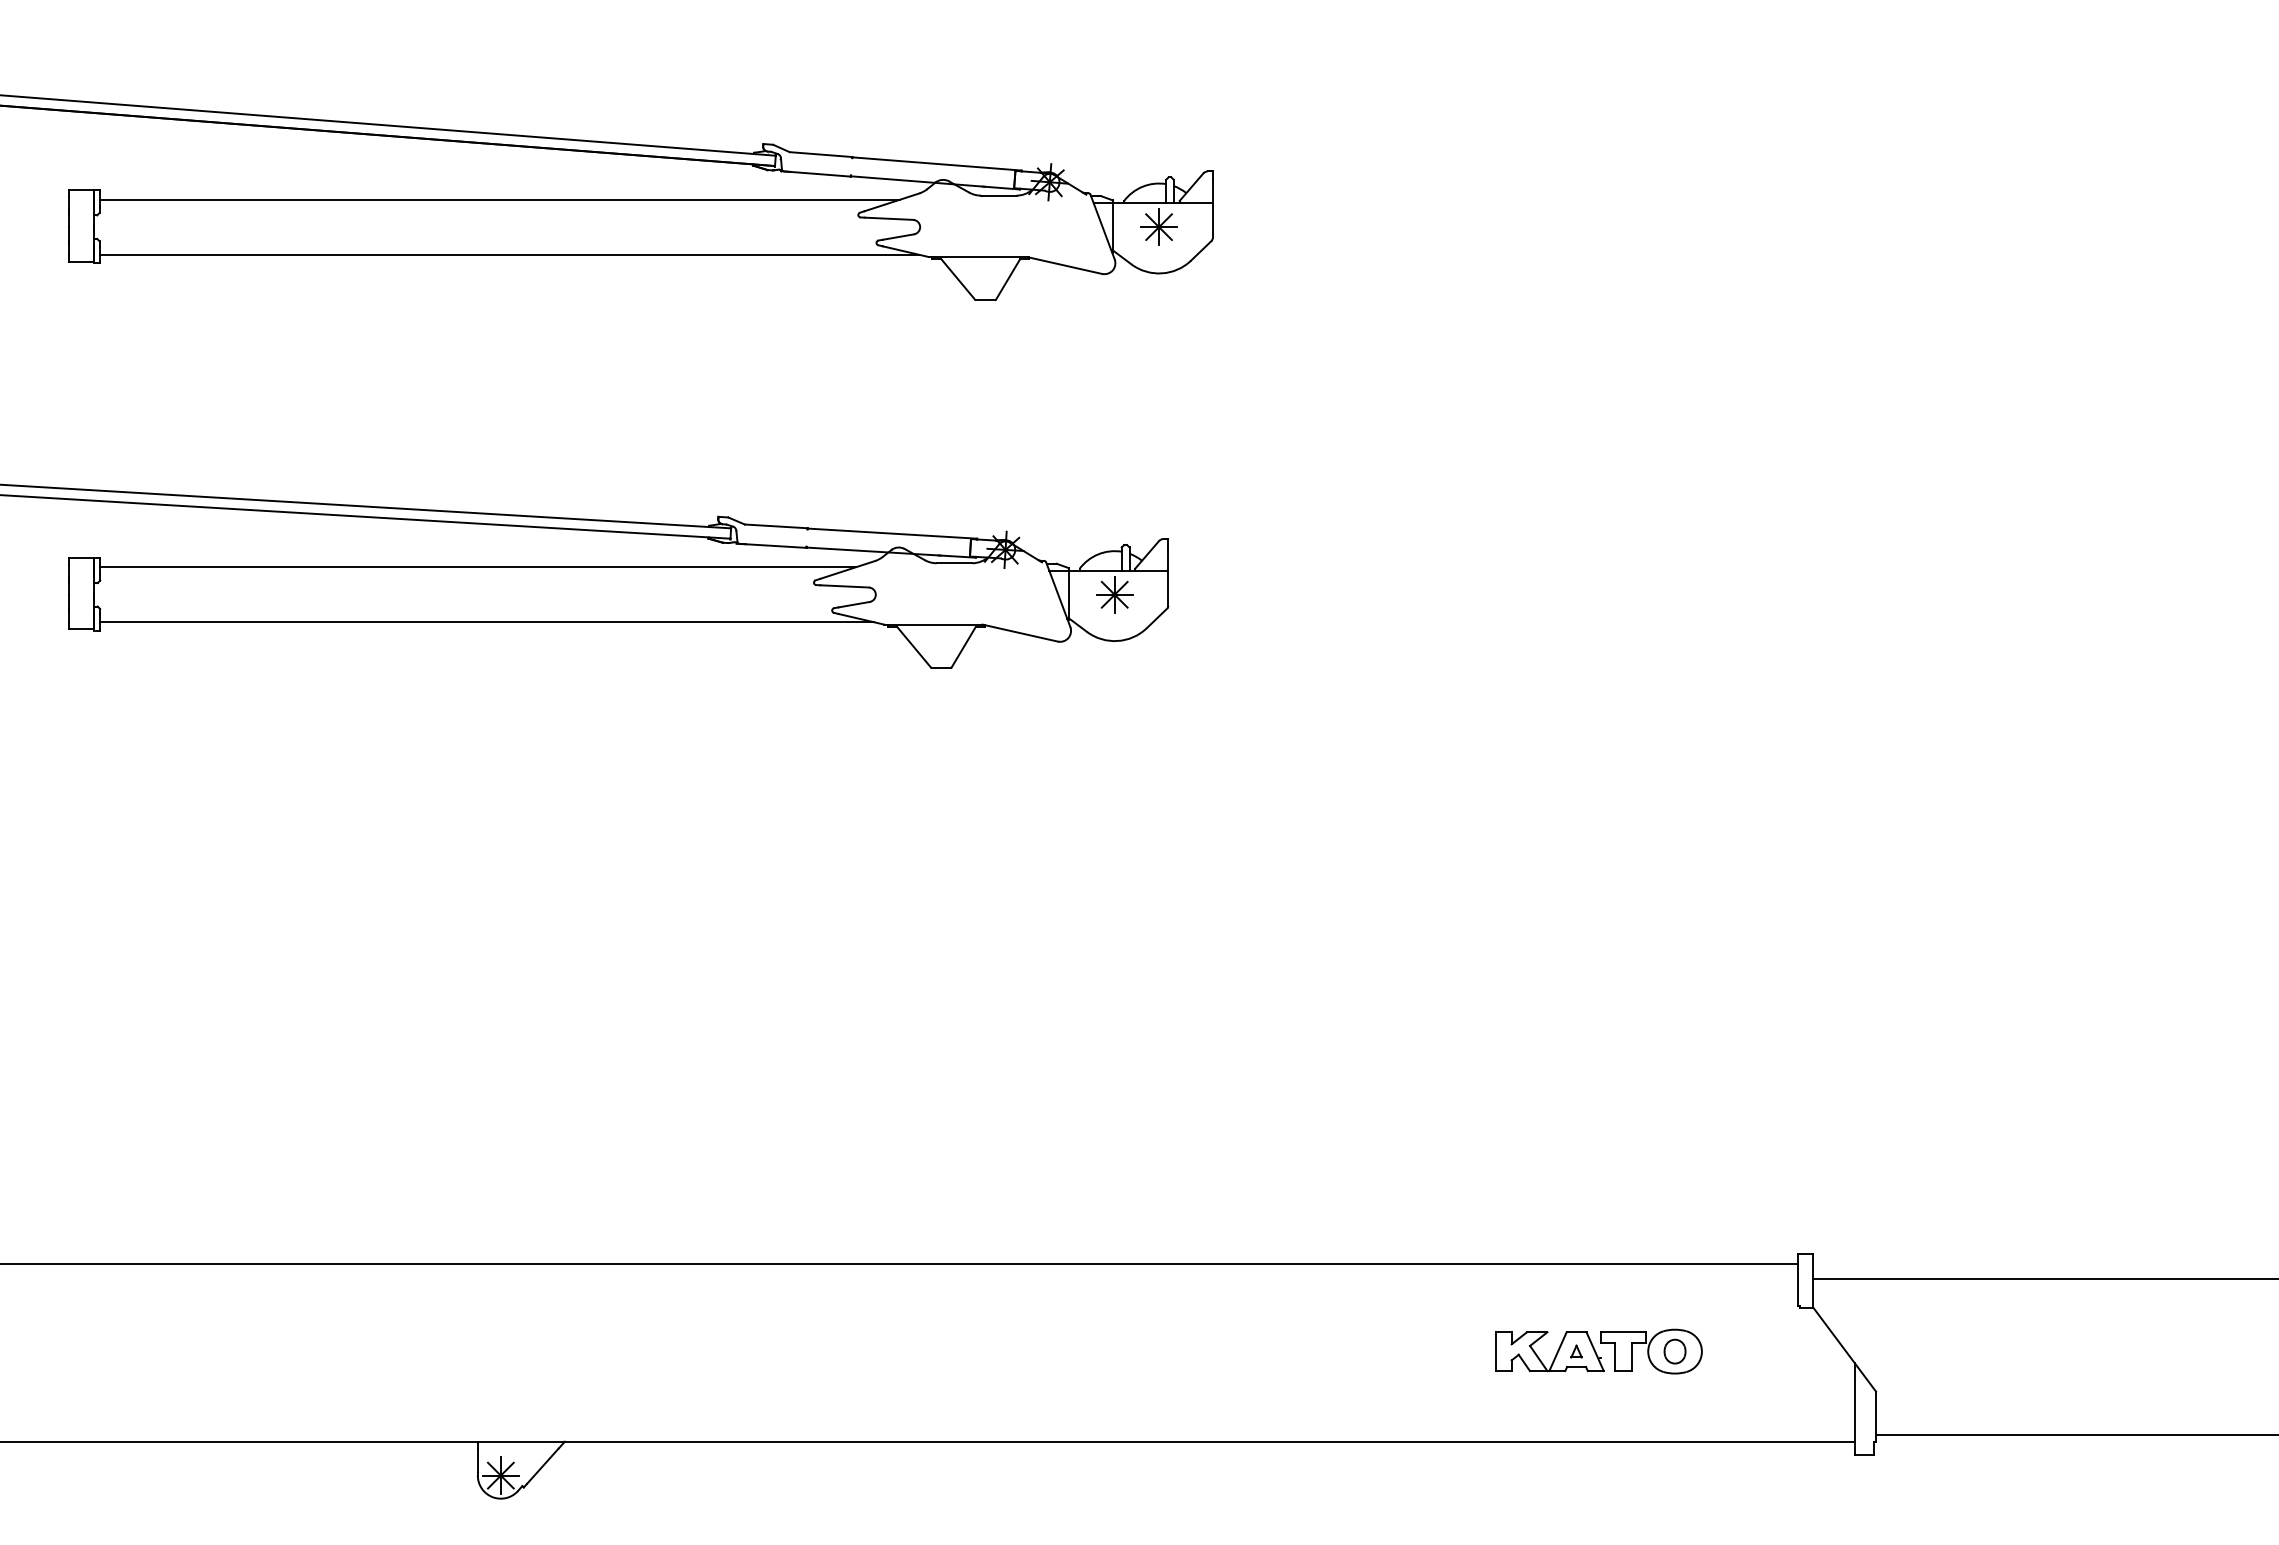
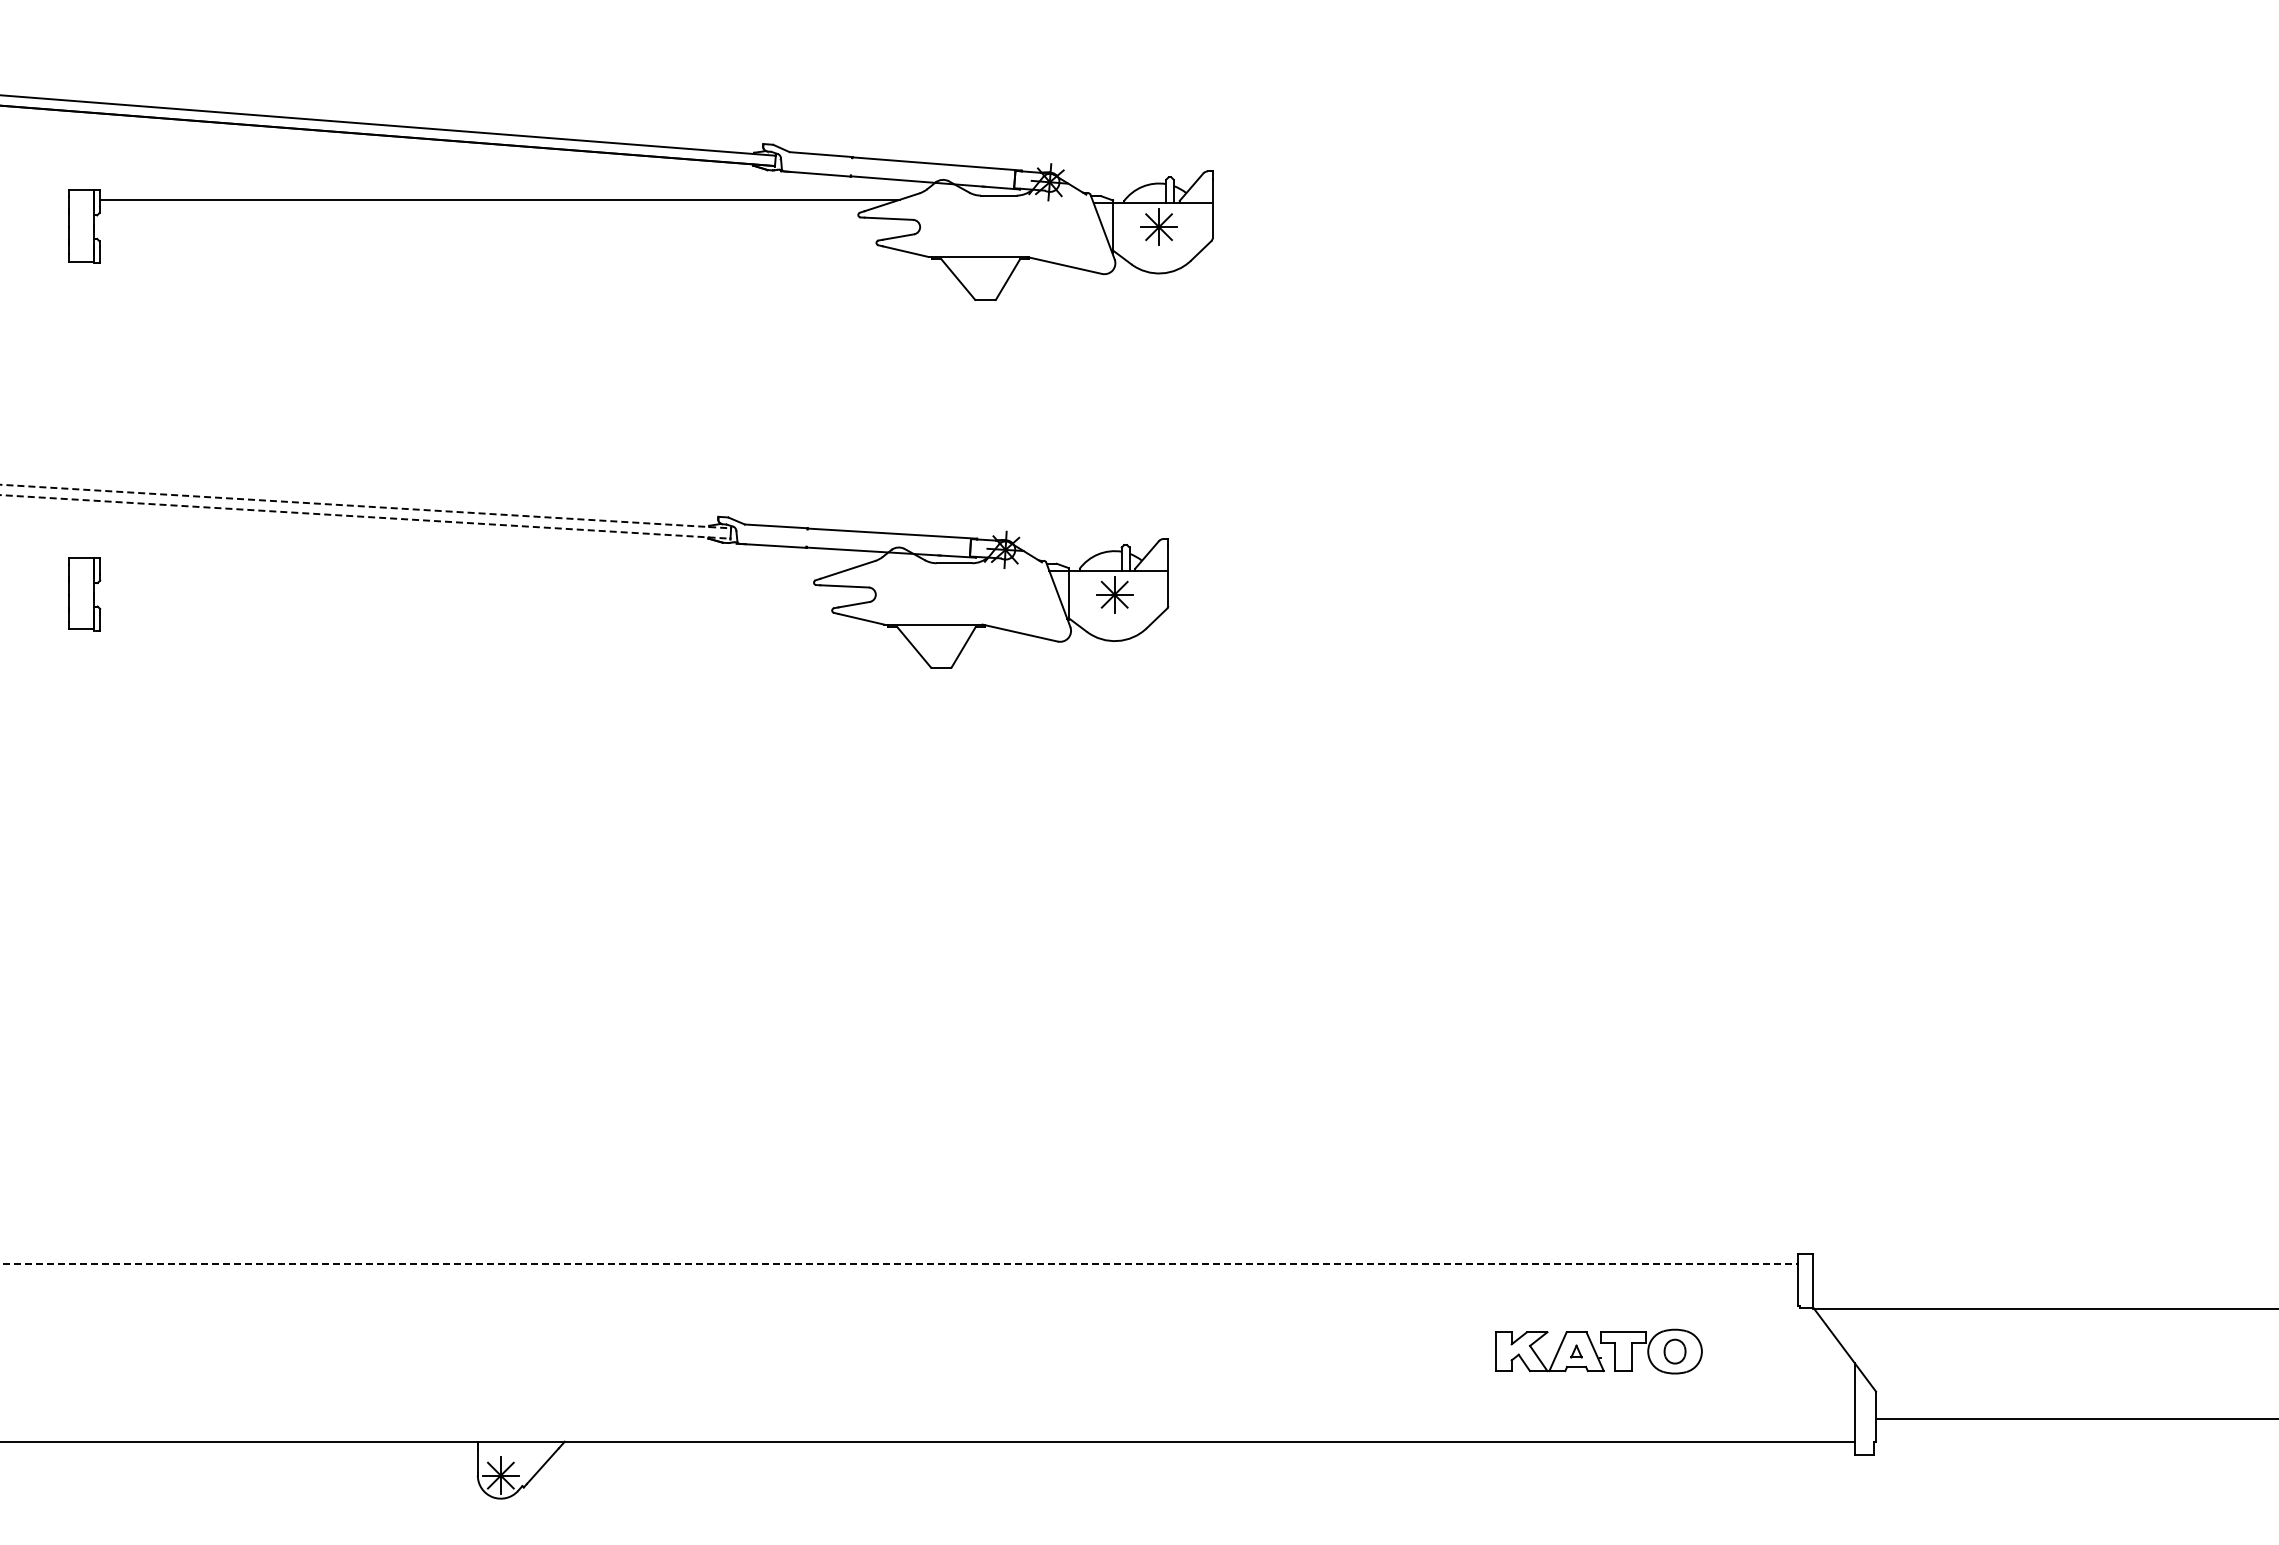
line at (508, 254): present -> none
line at (365, 506): solid -> dashed
line at (366, 516): solid -> dashed
line at (477, 567): present -> none
line at (487, 622): present -> none
line at (898, 1264): solid -> dashed
line at (2044, 1278) position: (2044, 1278) -> (2044, 1308)
line at (2075, 1434) position: (2075, 1434) -> (2075, 1418)
